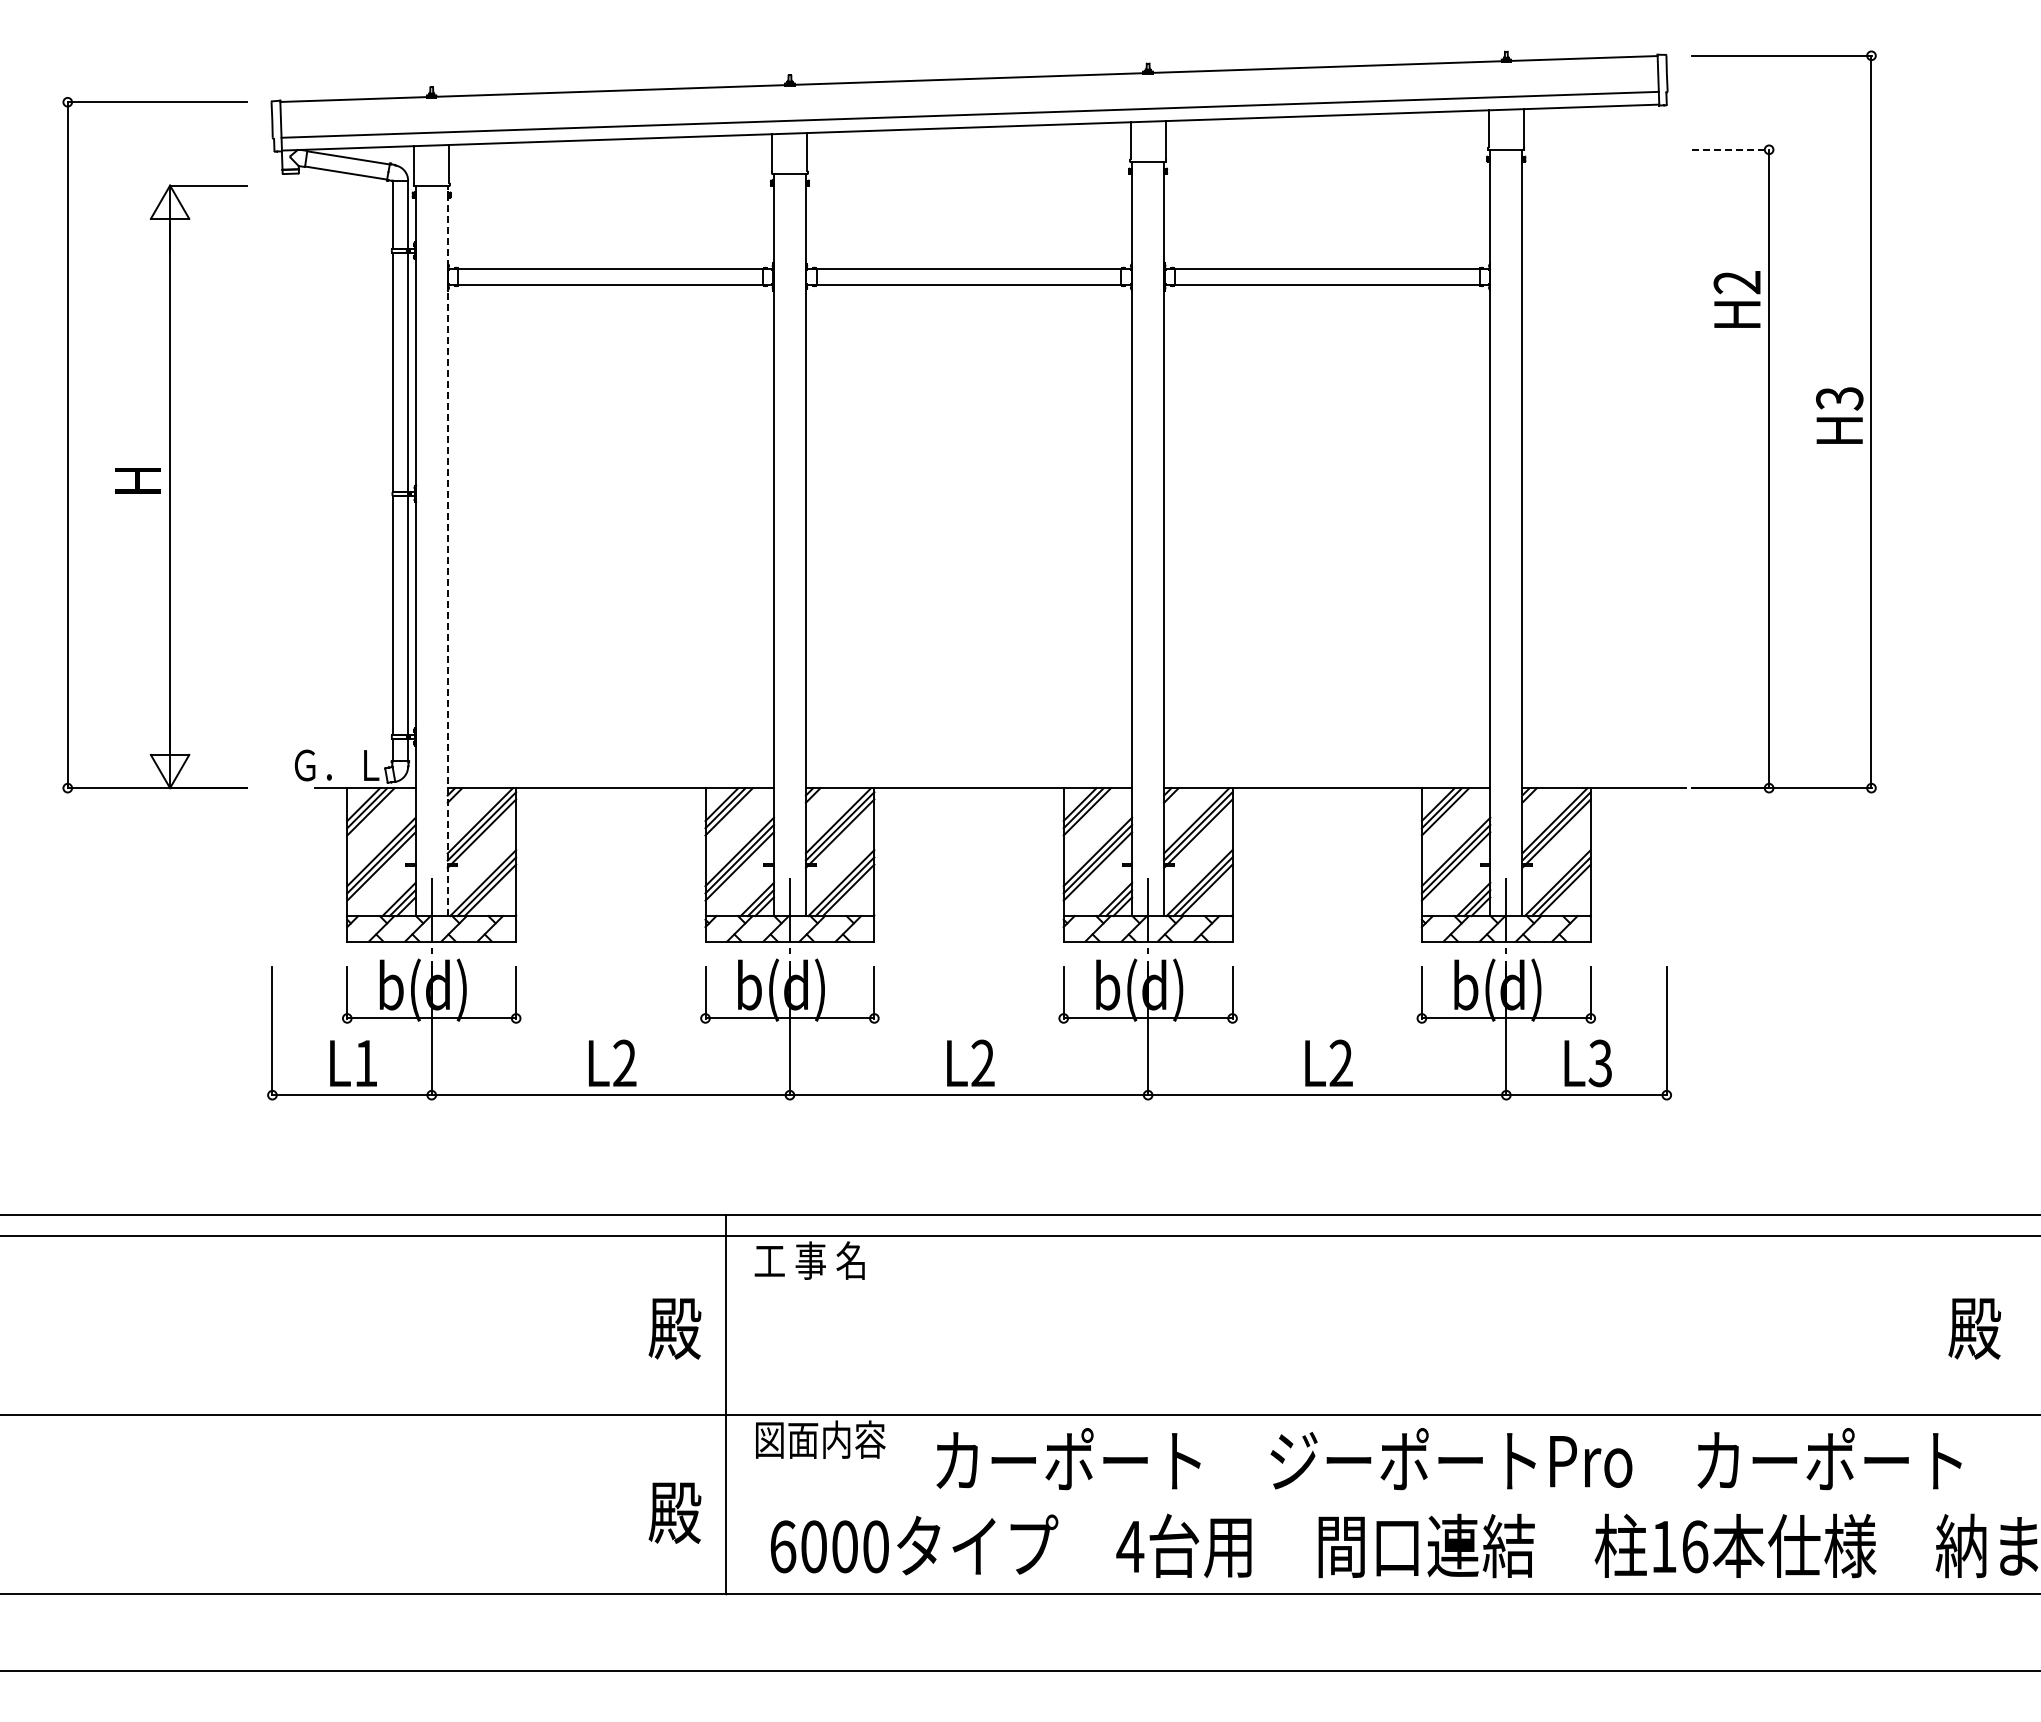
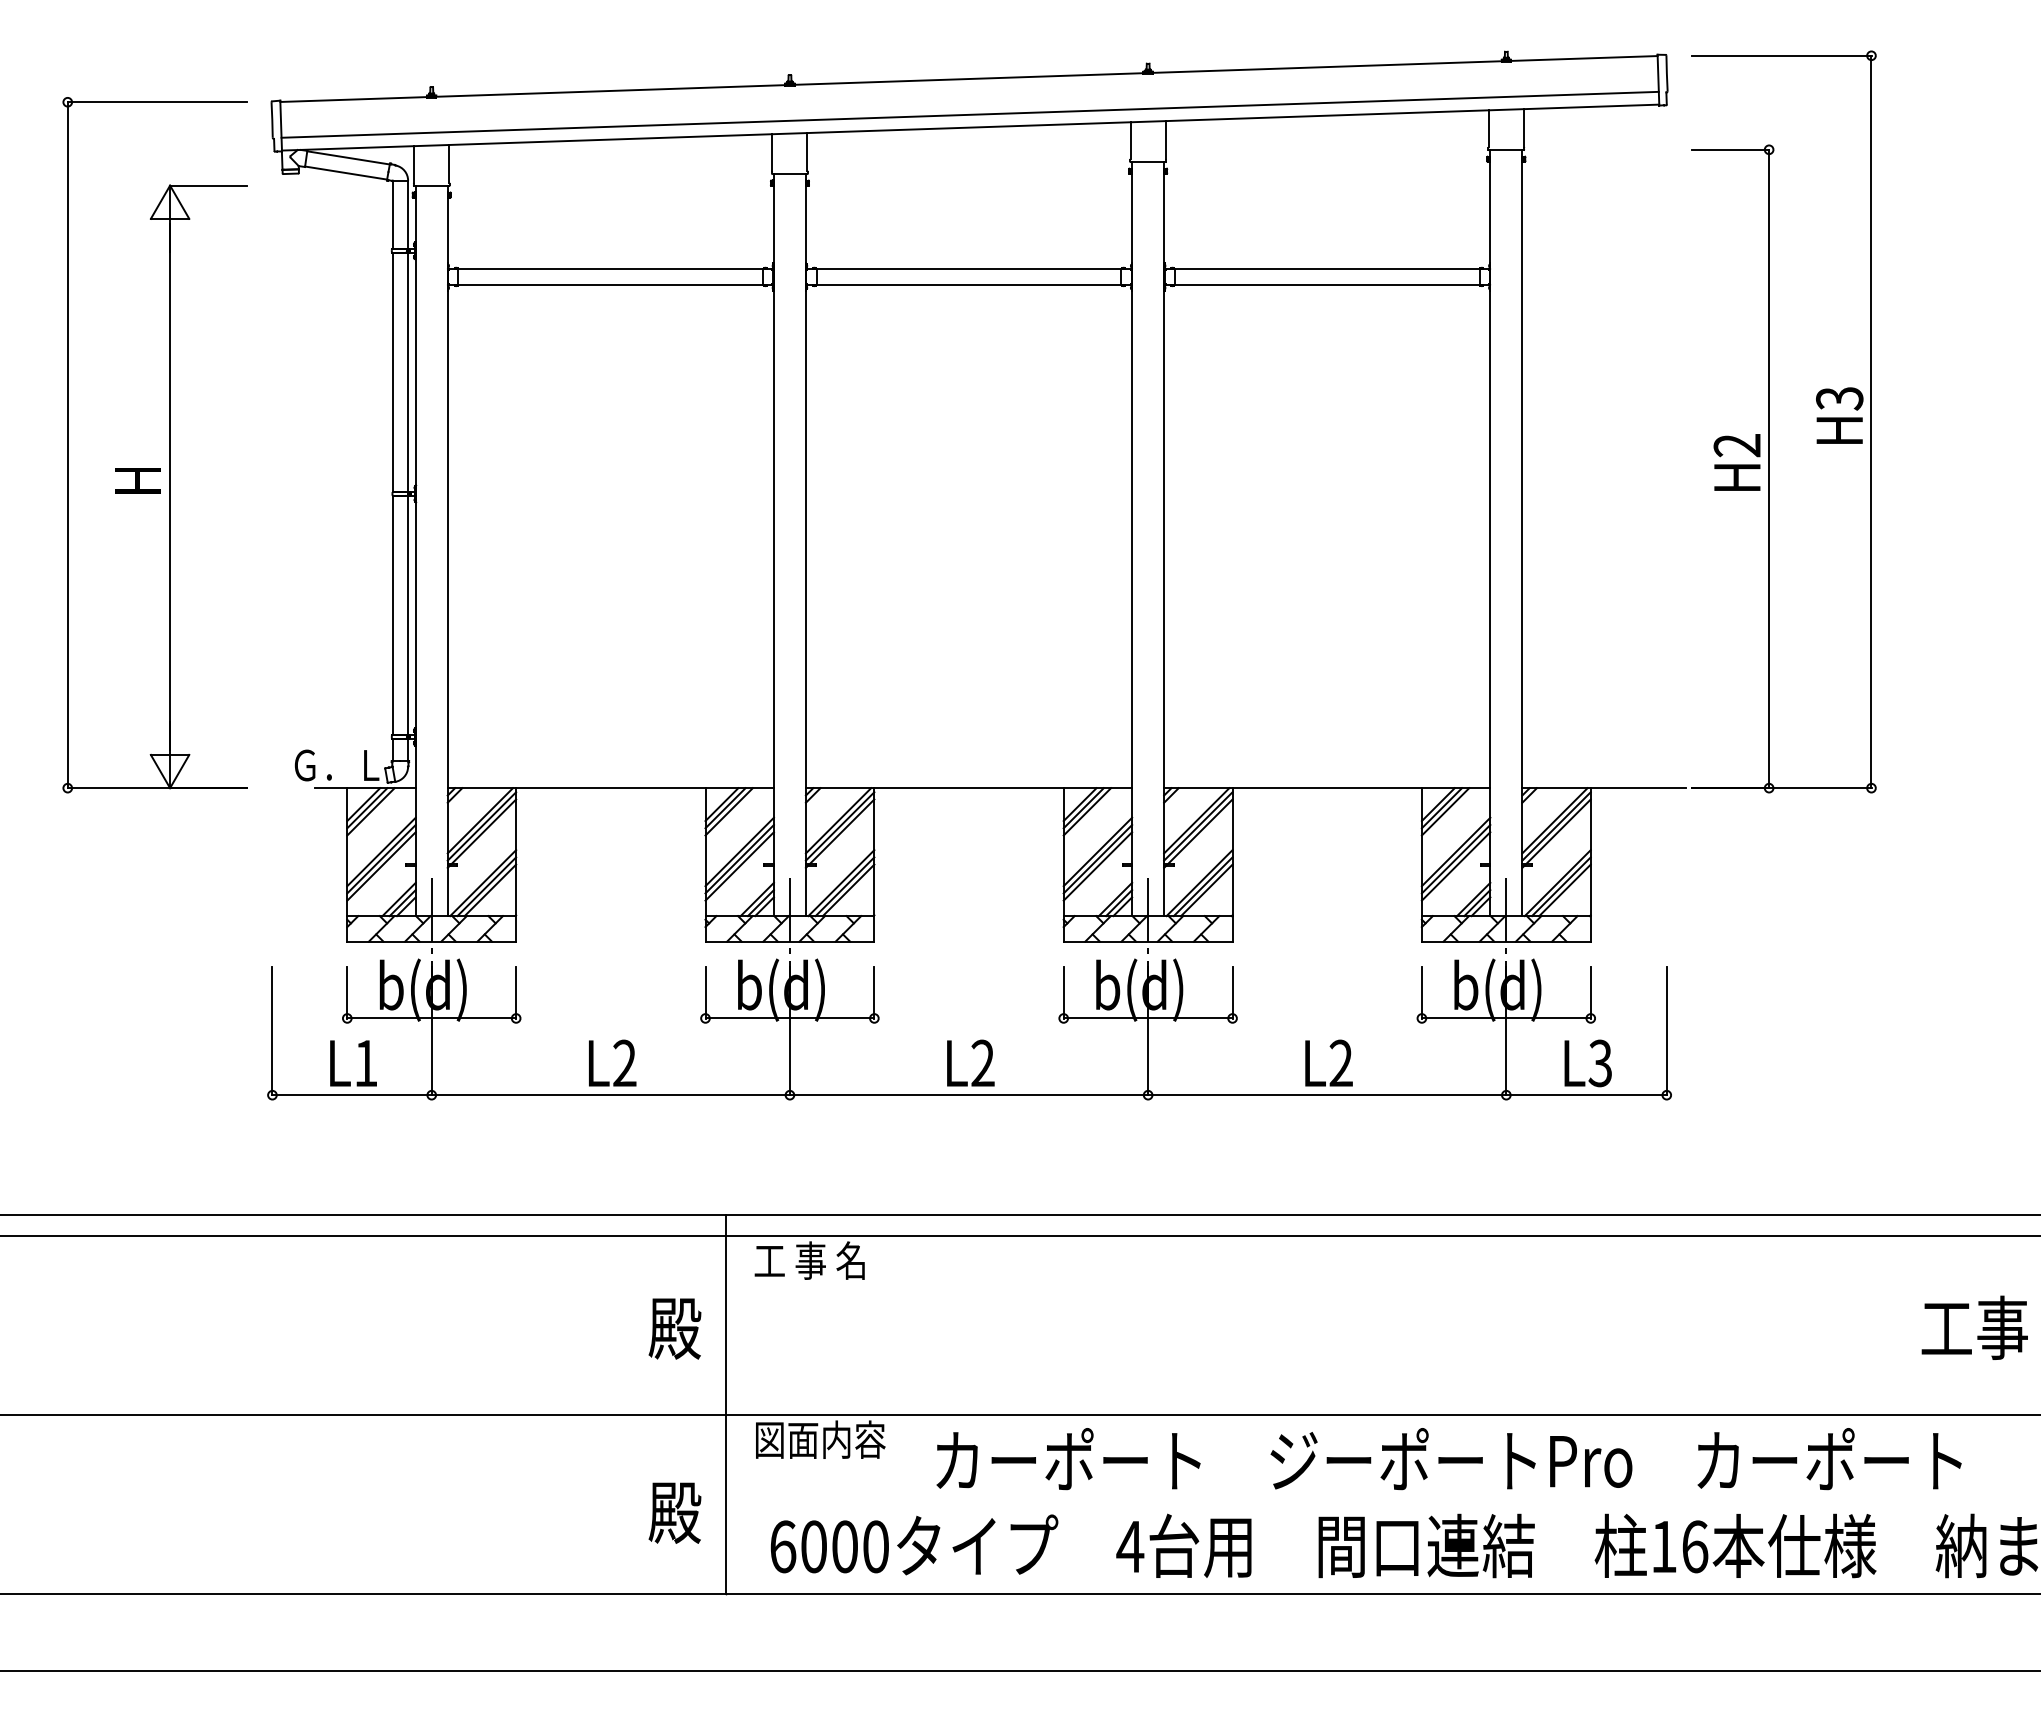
line at (1730, 149): dashed -> solid
text at (1736, 299) position: (1736, 299) -> (1736, 462)
line at (447, 551): dashed -> solid
text at (1974, 1327): 殿 -> 工事
